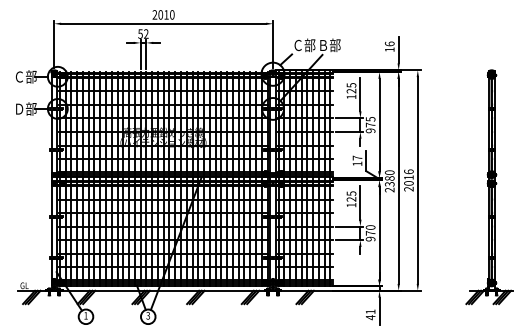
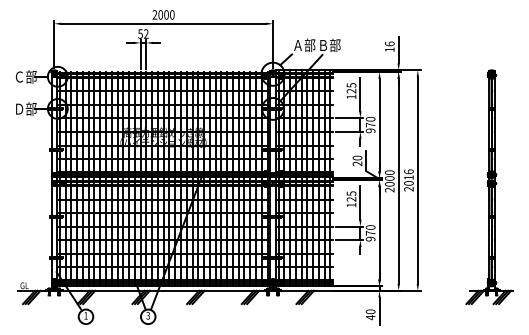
text at (166, 14): 2010 -> 2000
text at (297, 45): Ｃ部 -> Ａ部
text at (370, 118): 975 -> 970
text at (357, 160): 17 -> 20
text at (389, 181): 2380 -> 2000
text at (370, 311): 41 -> 40
